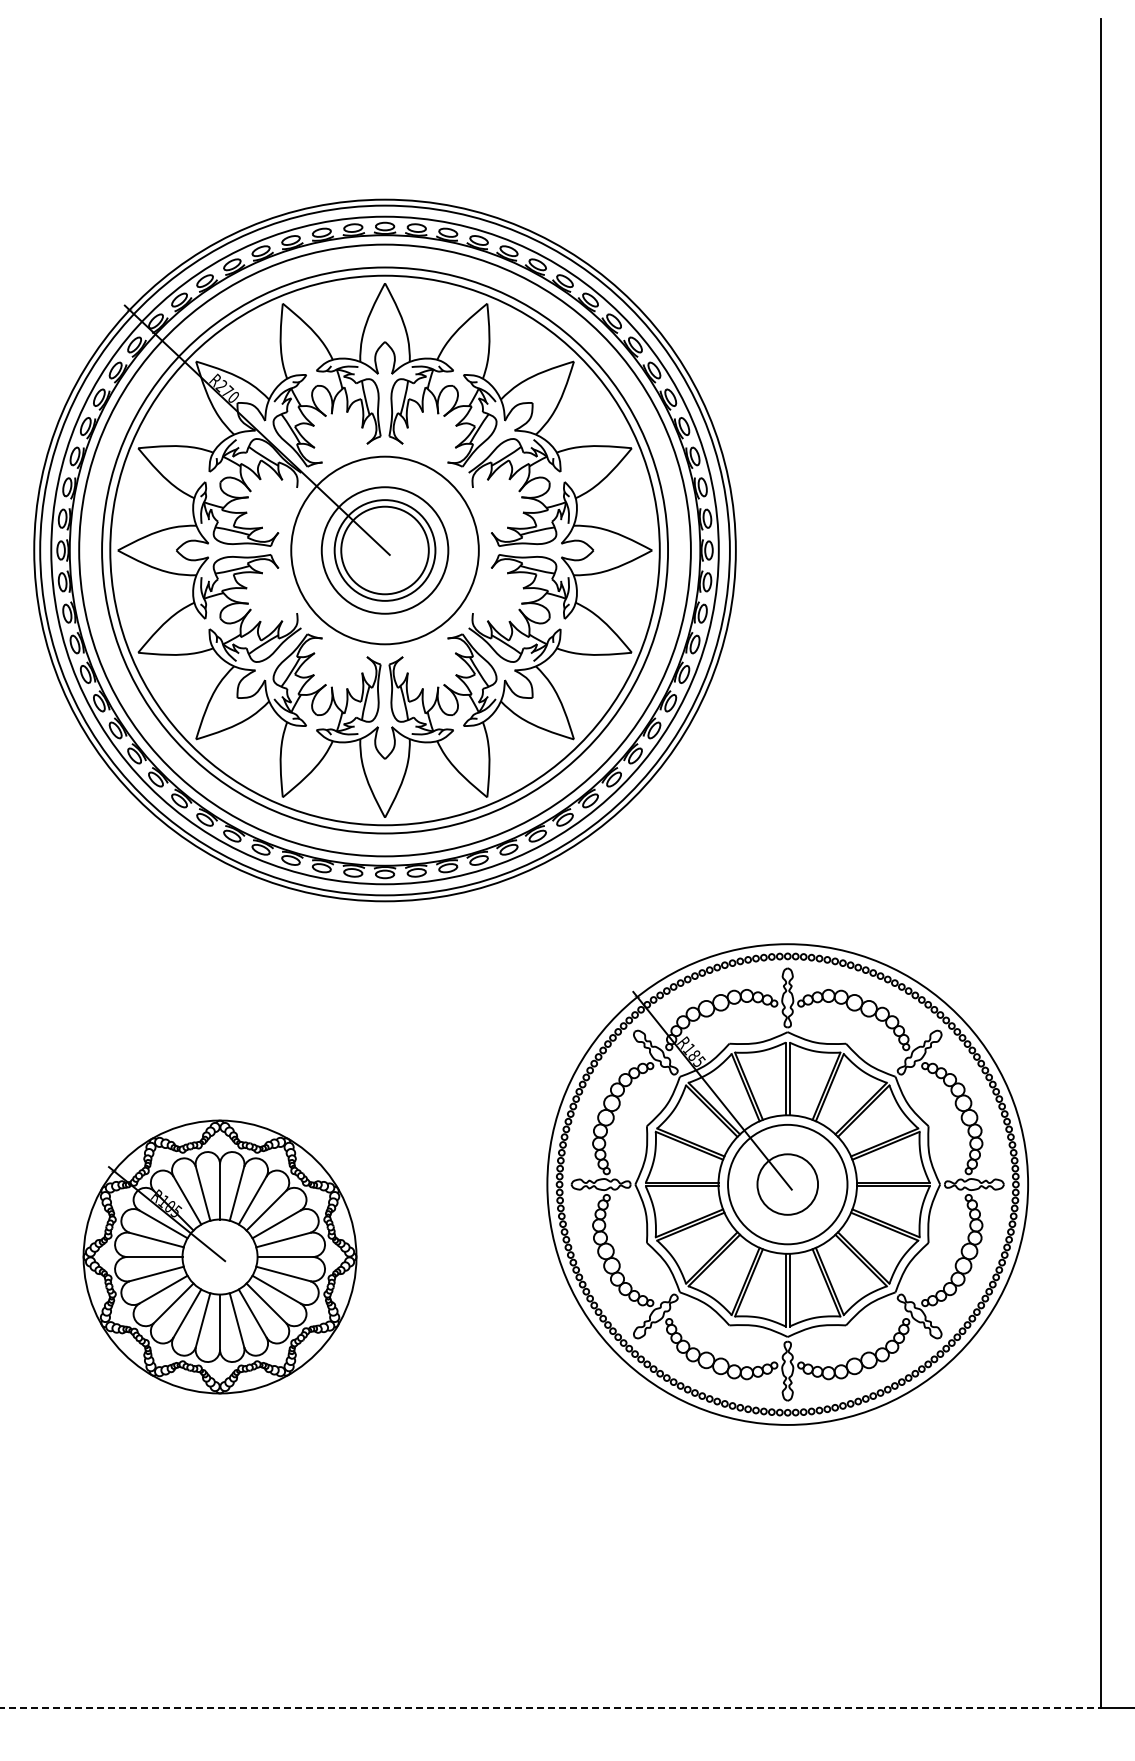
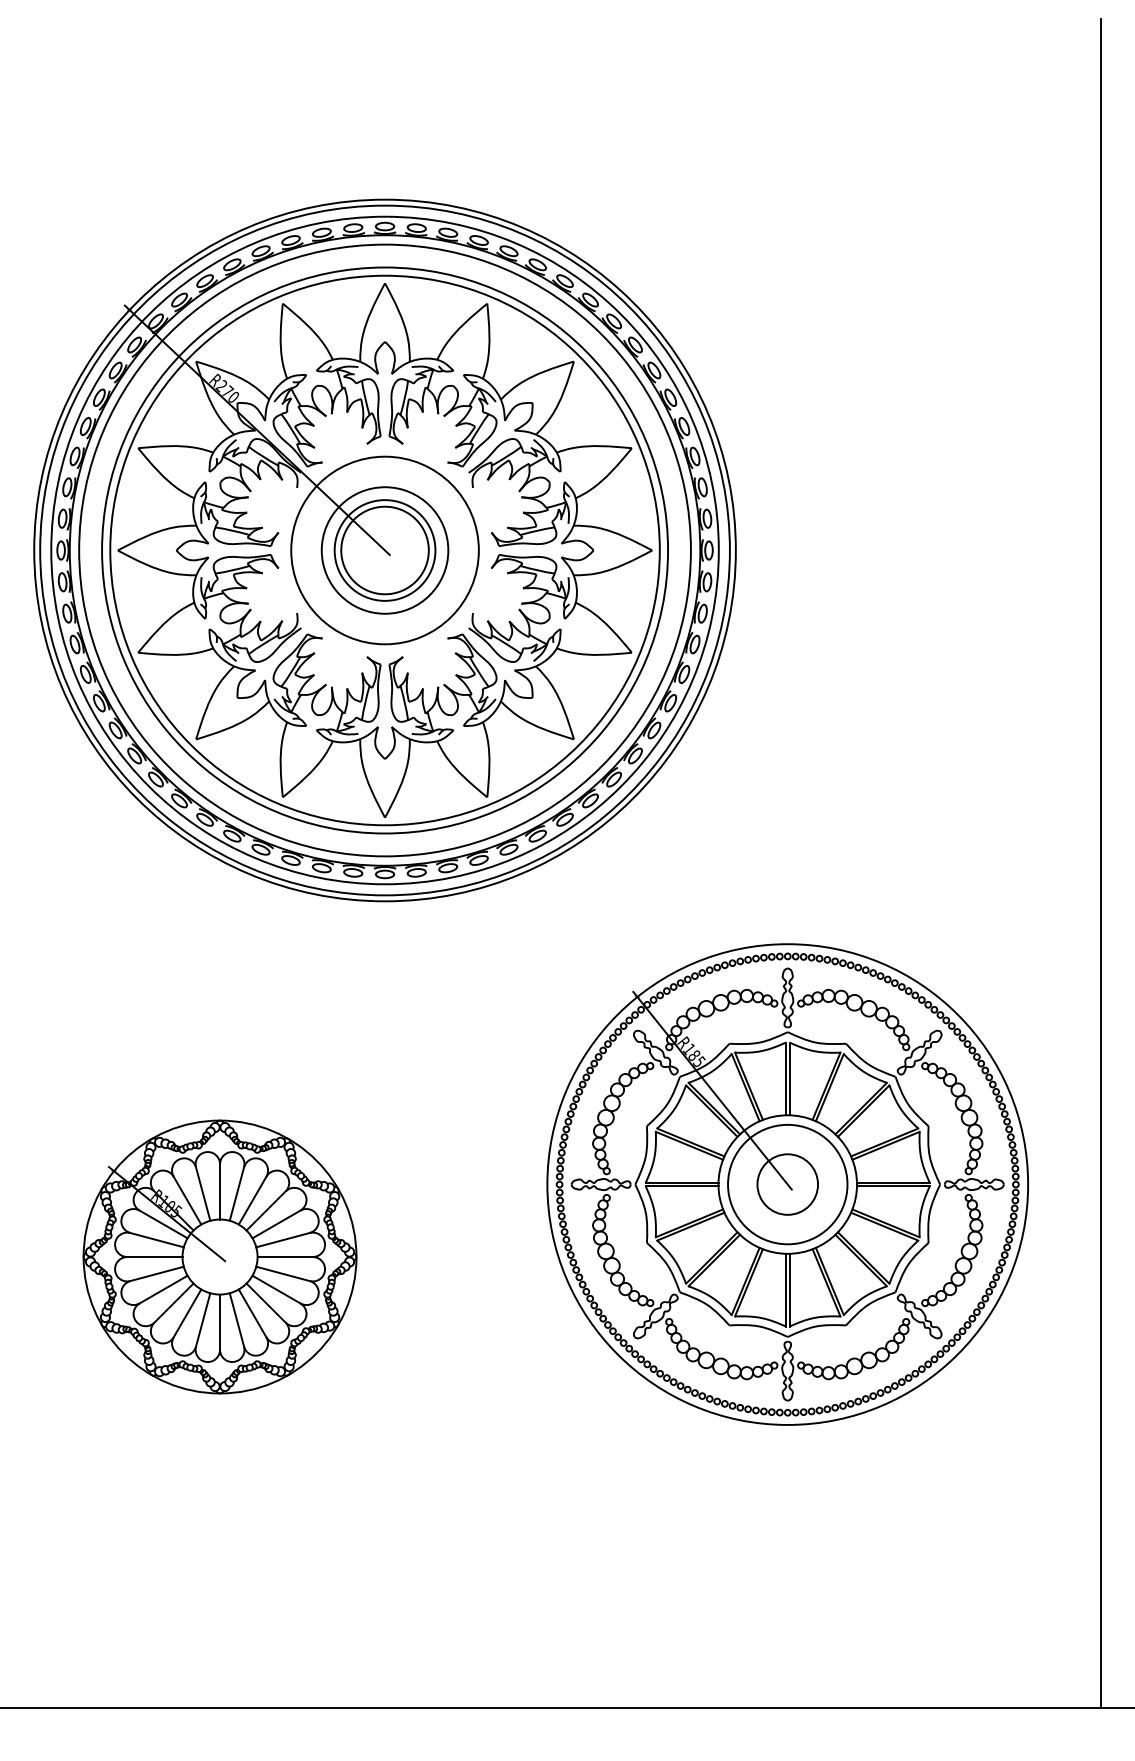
line at (550, 1708): dashed -> solid
